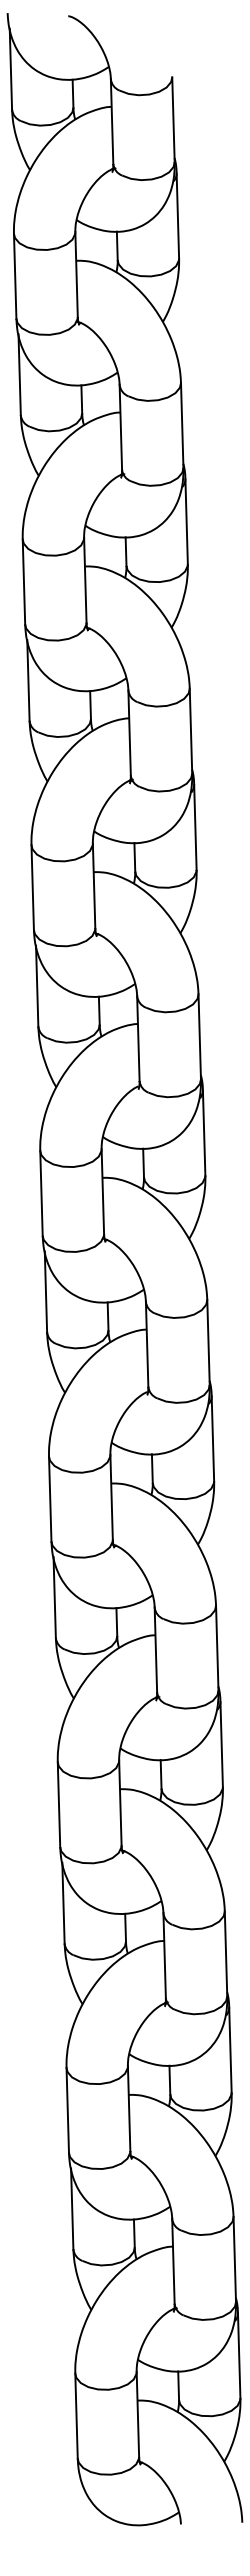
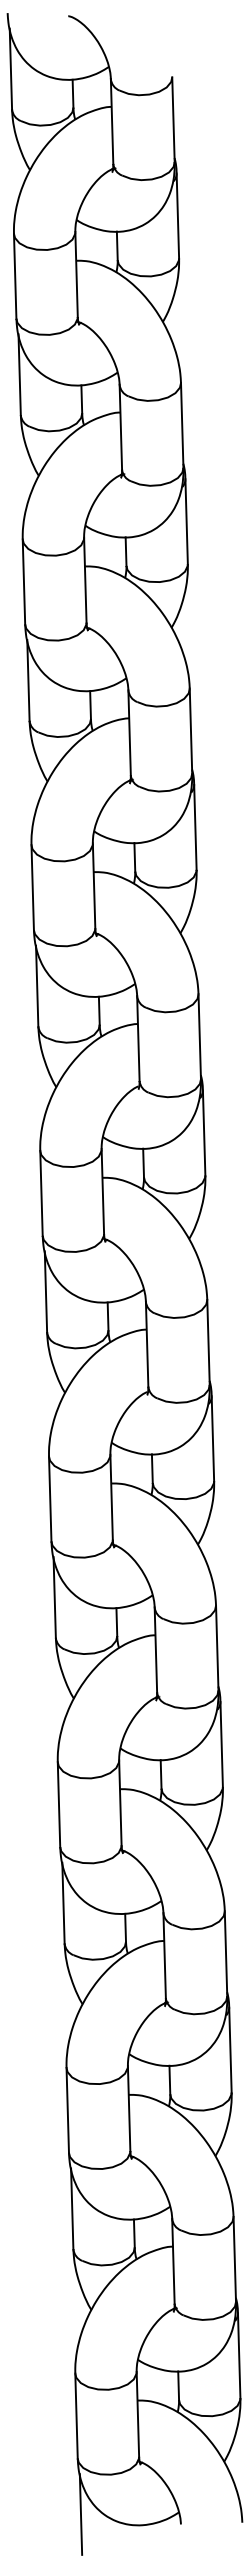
line at (80, 2514): none -> present
